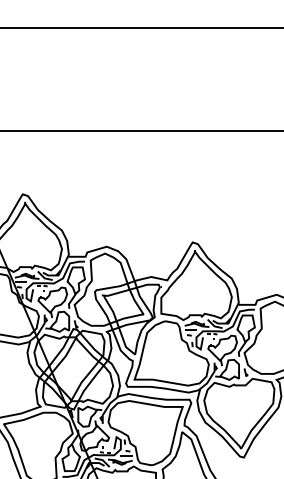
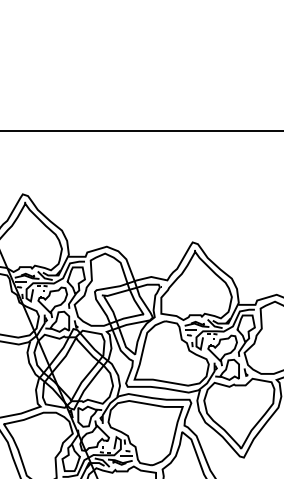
line at (141, 27): present -> none
